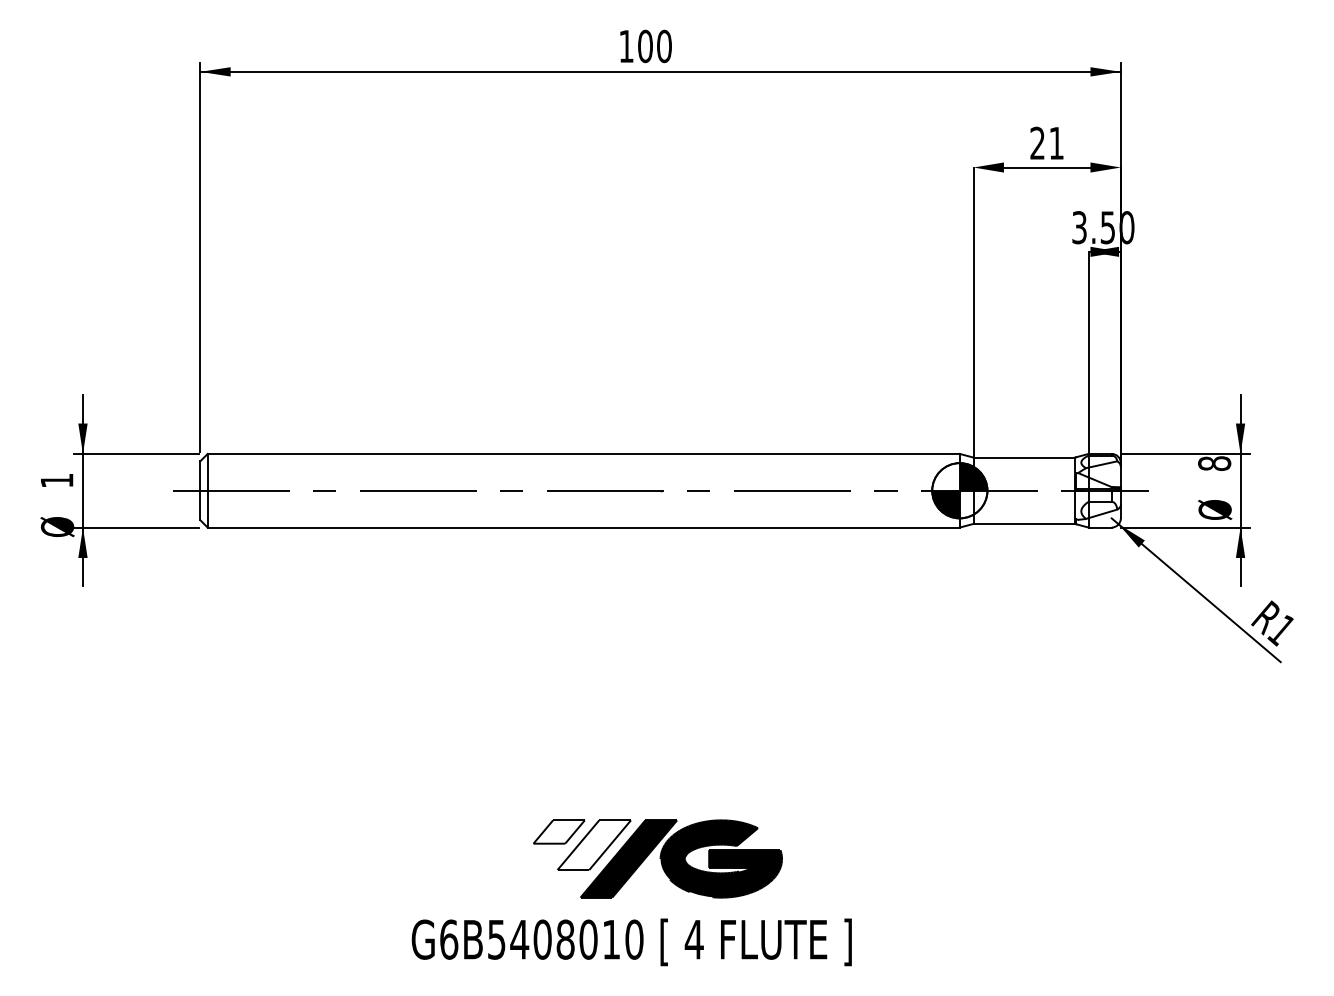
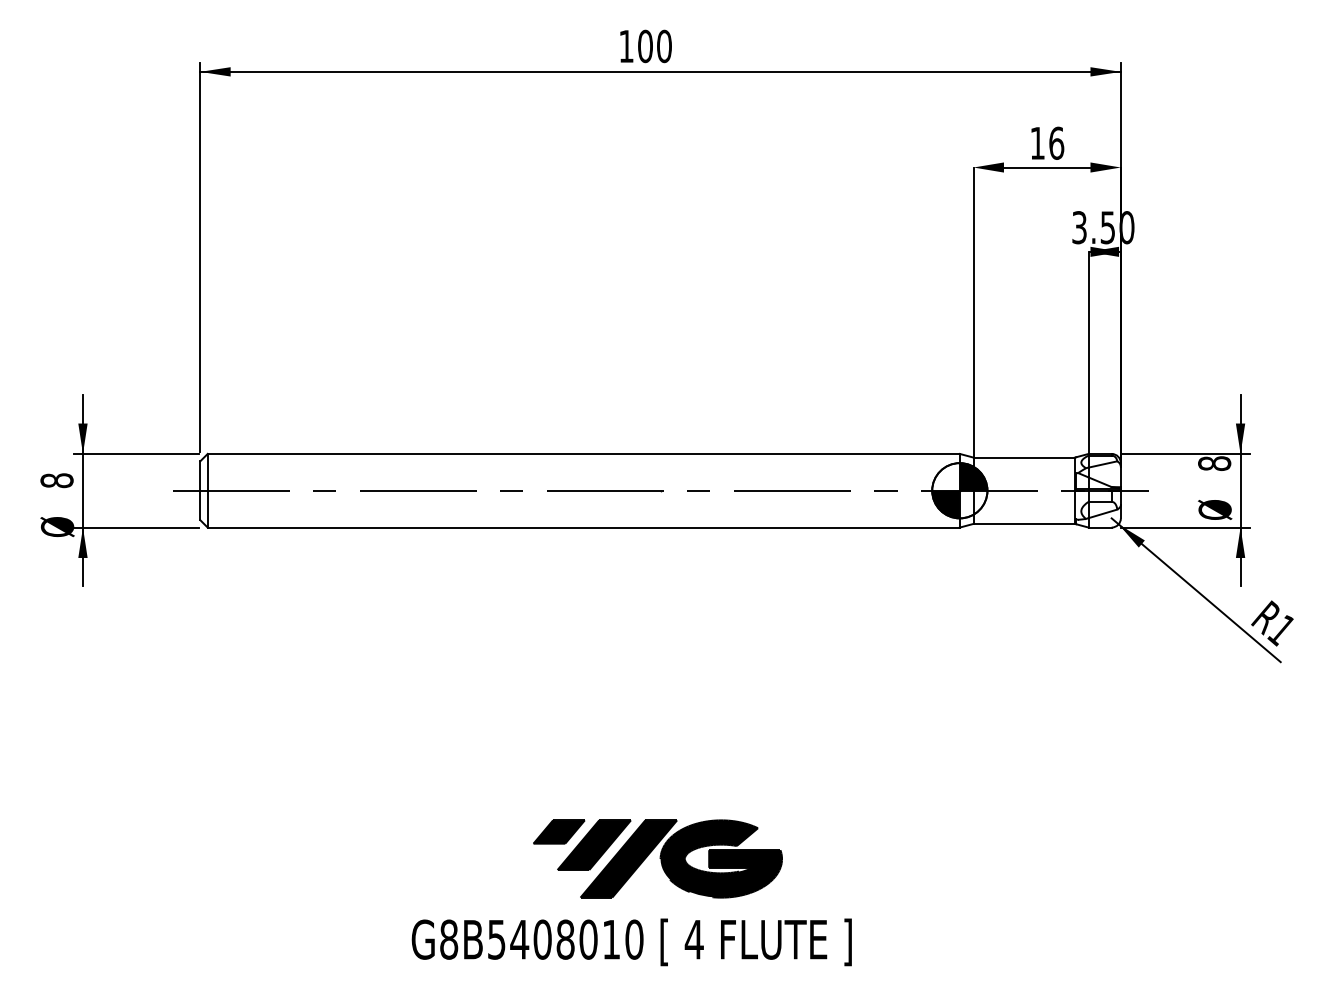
text at (1047, 142): 21 -> 16
text at (56, 480): 1 -> 8
fill at (558, 831): none -> present
fill at (593, 845): none -> present
text at (449, 939): G6B5408010 -> G8B5408010
